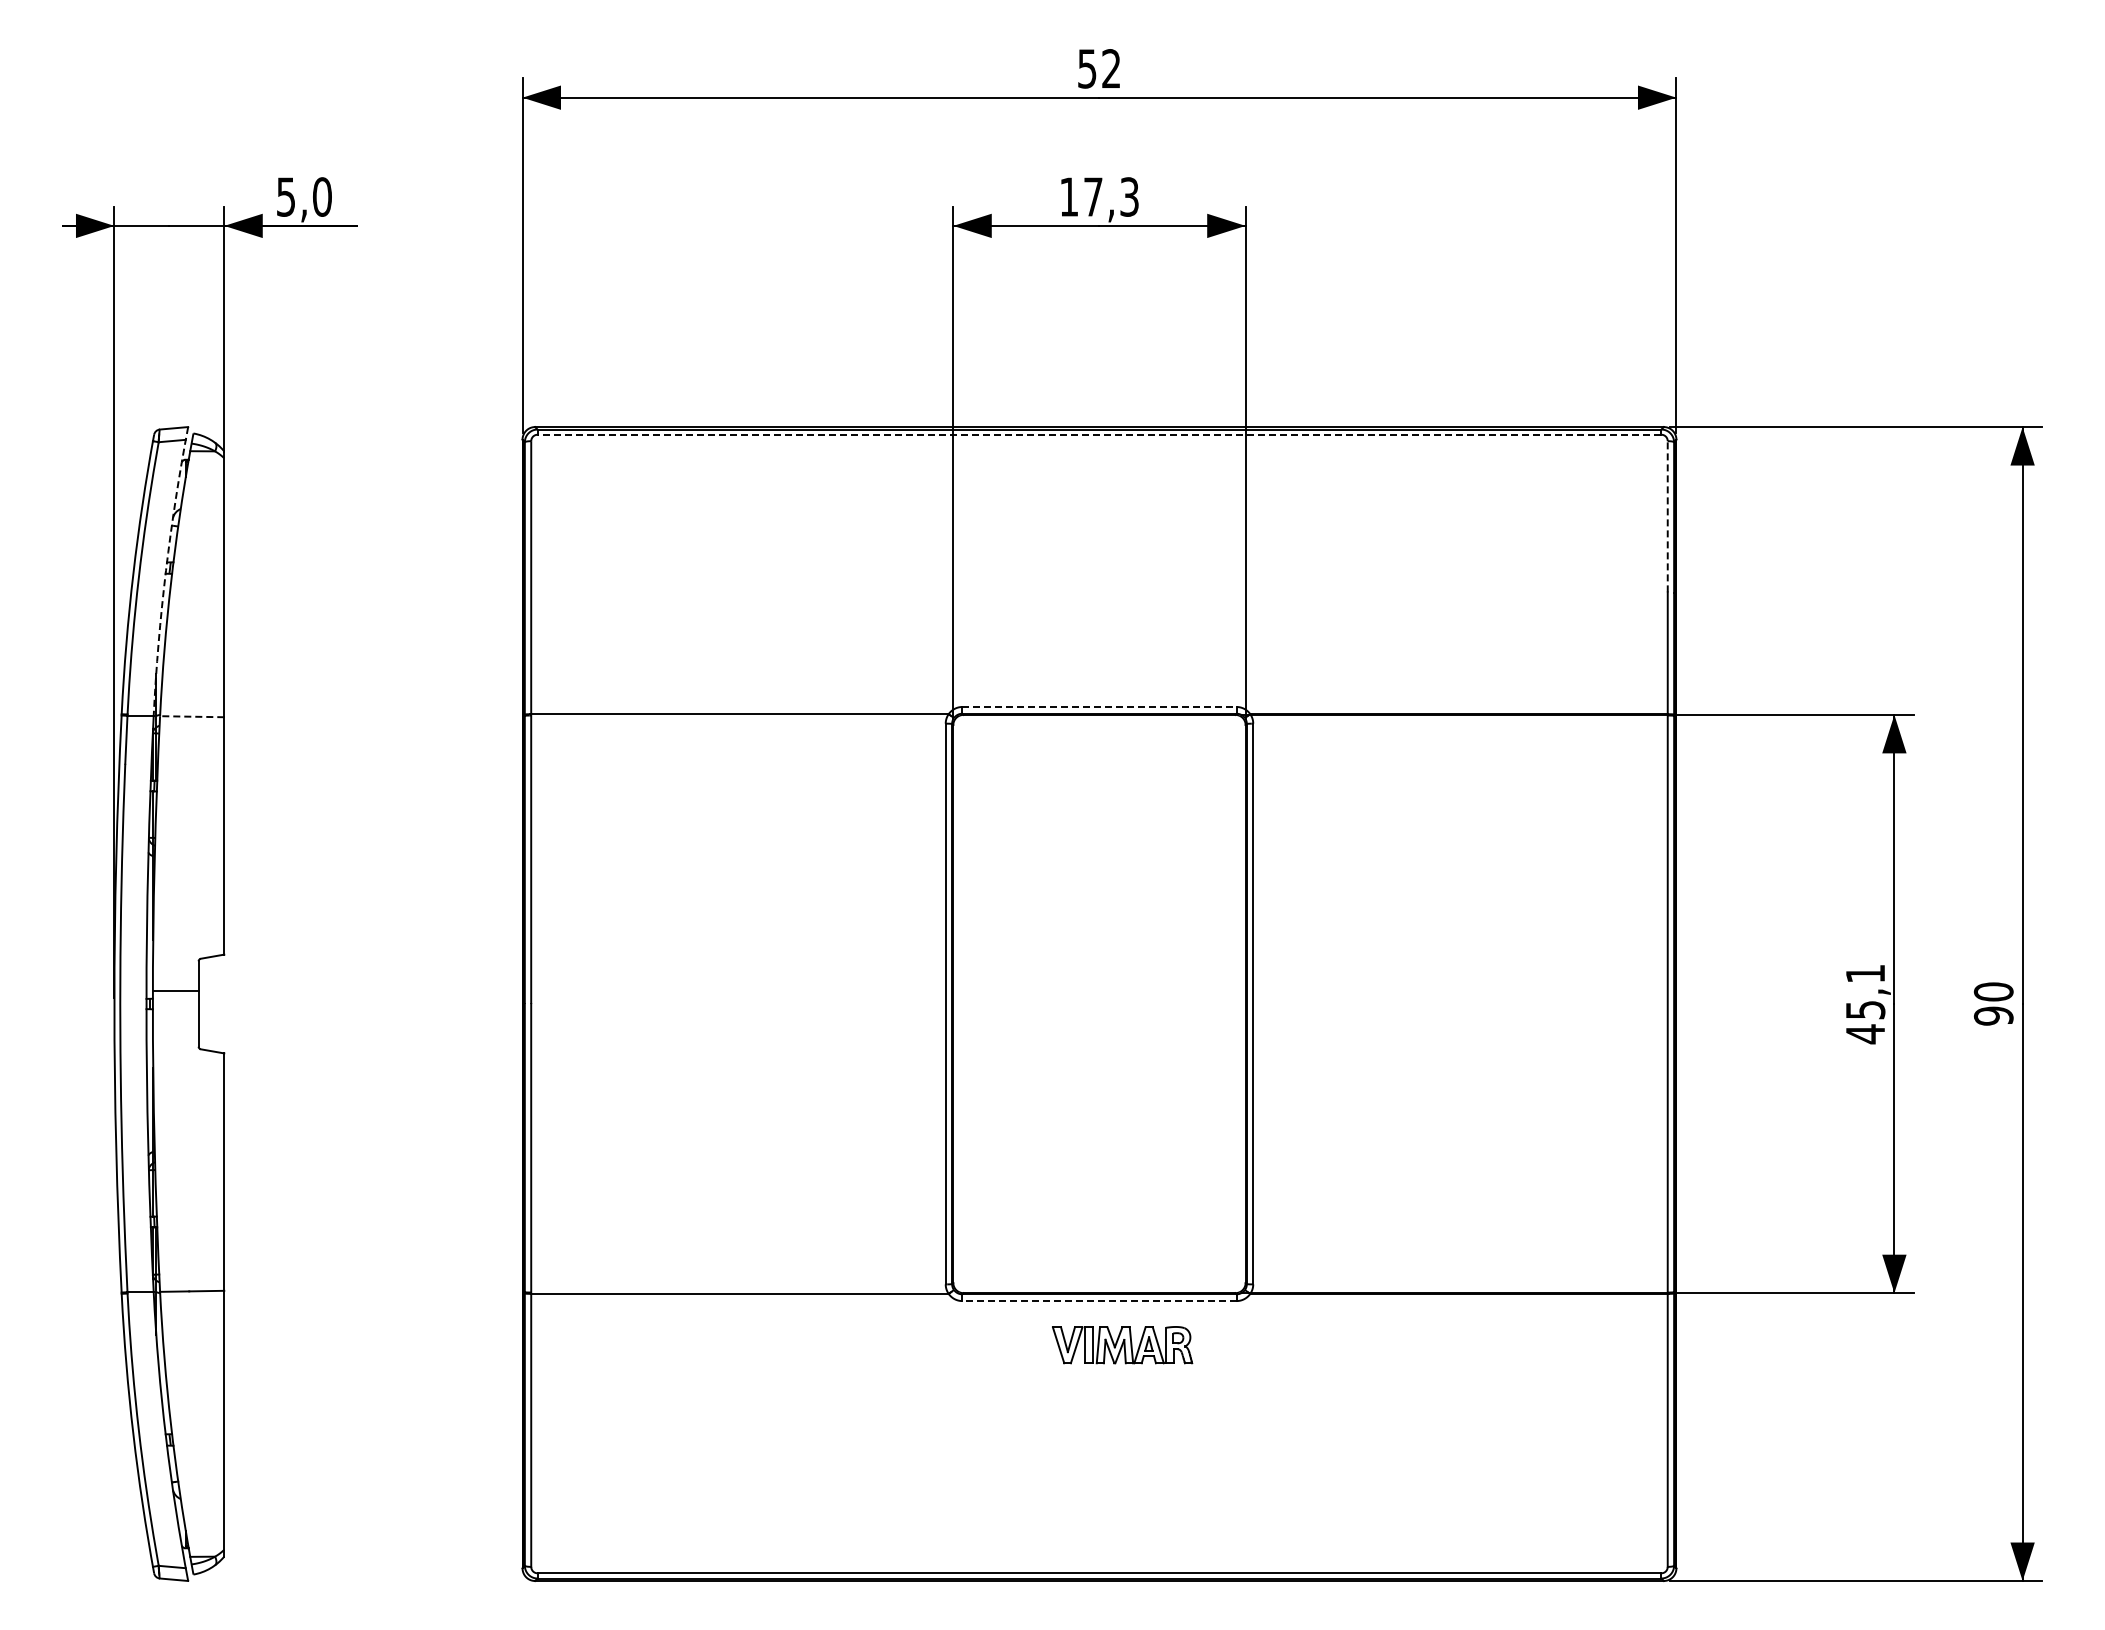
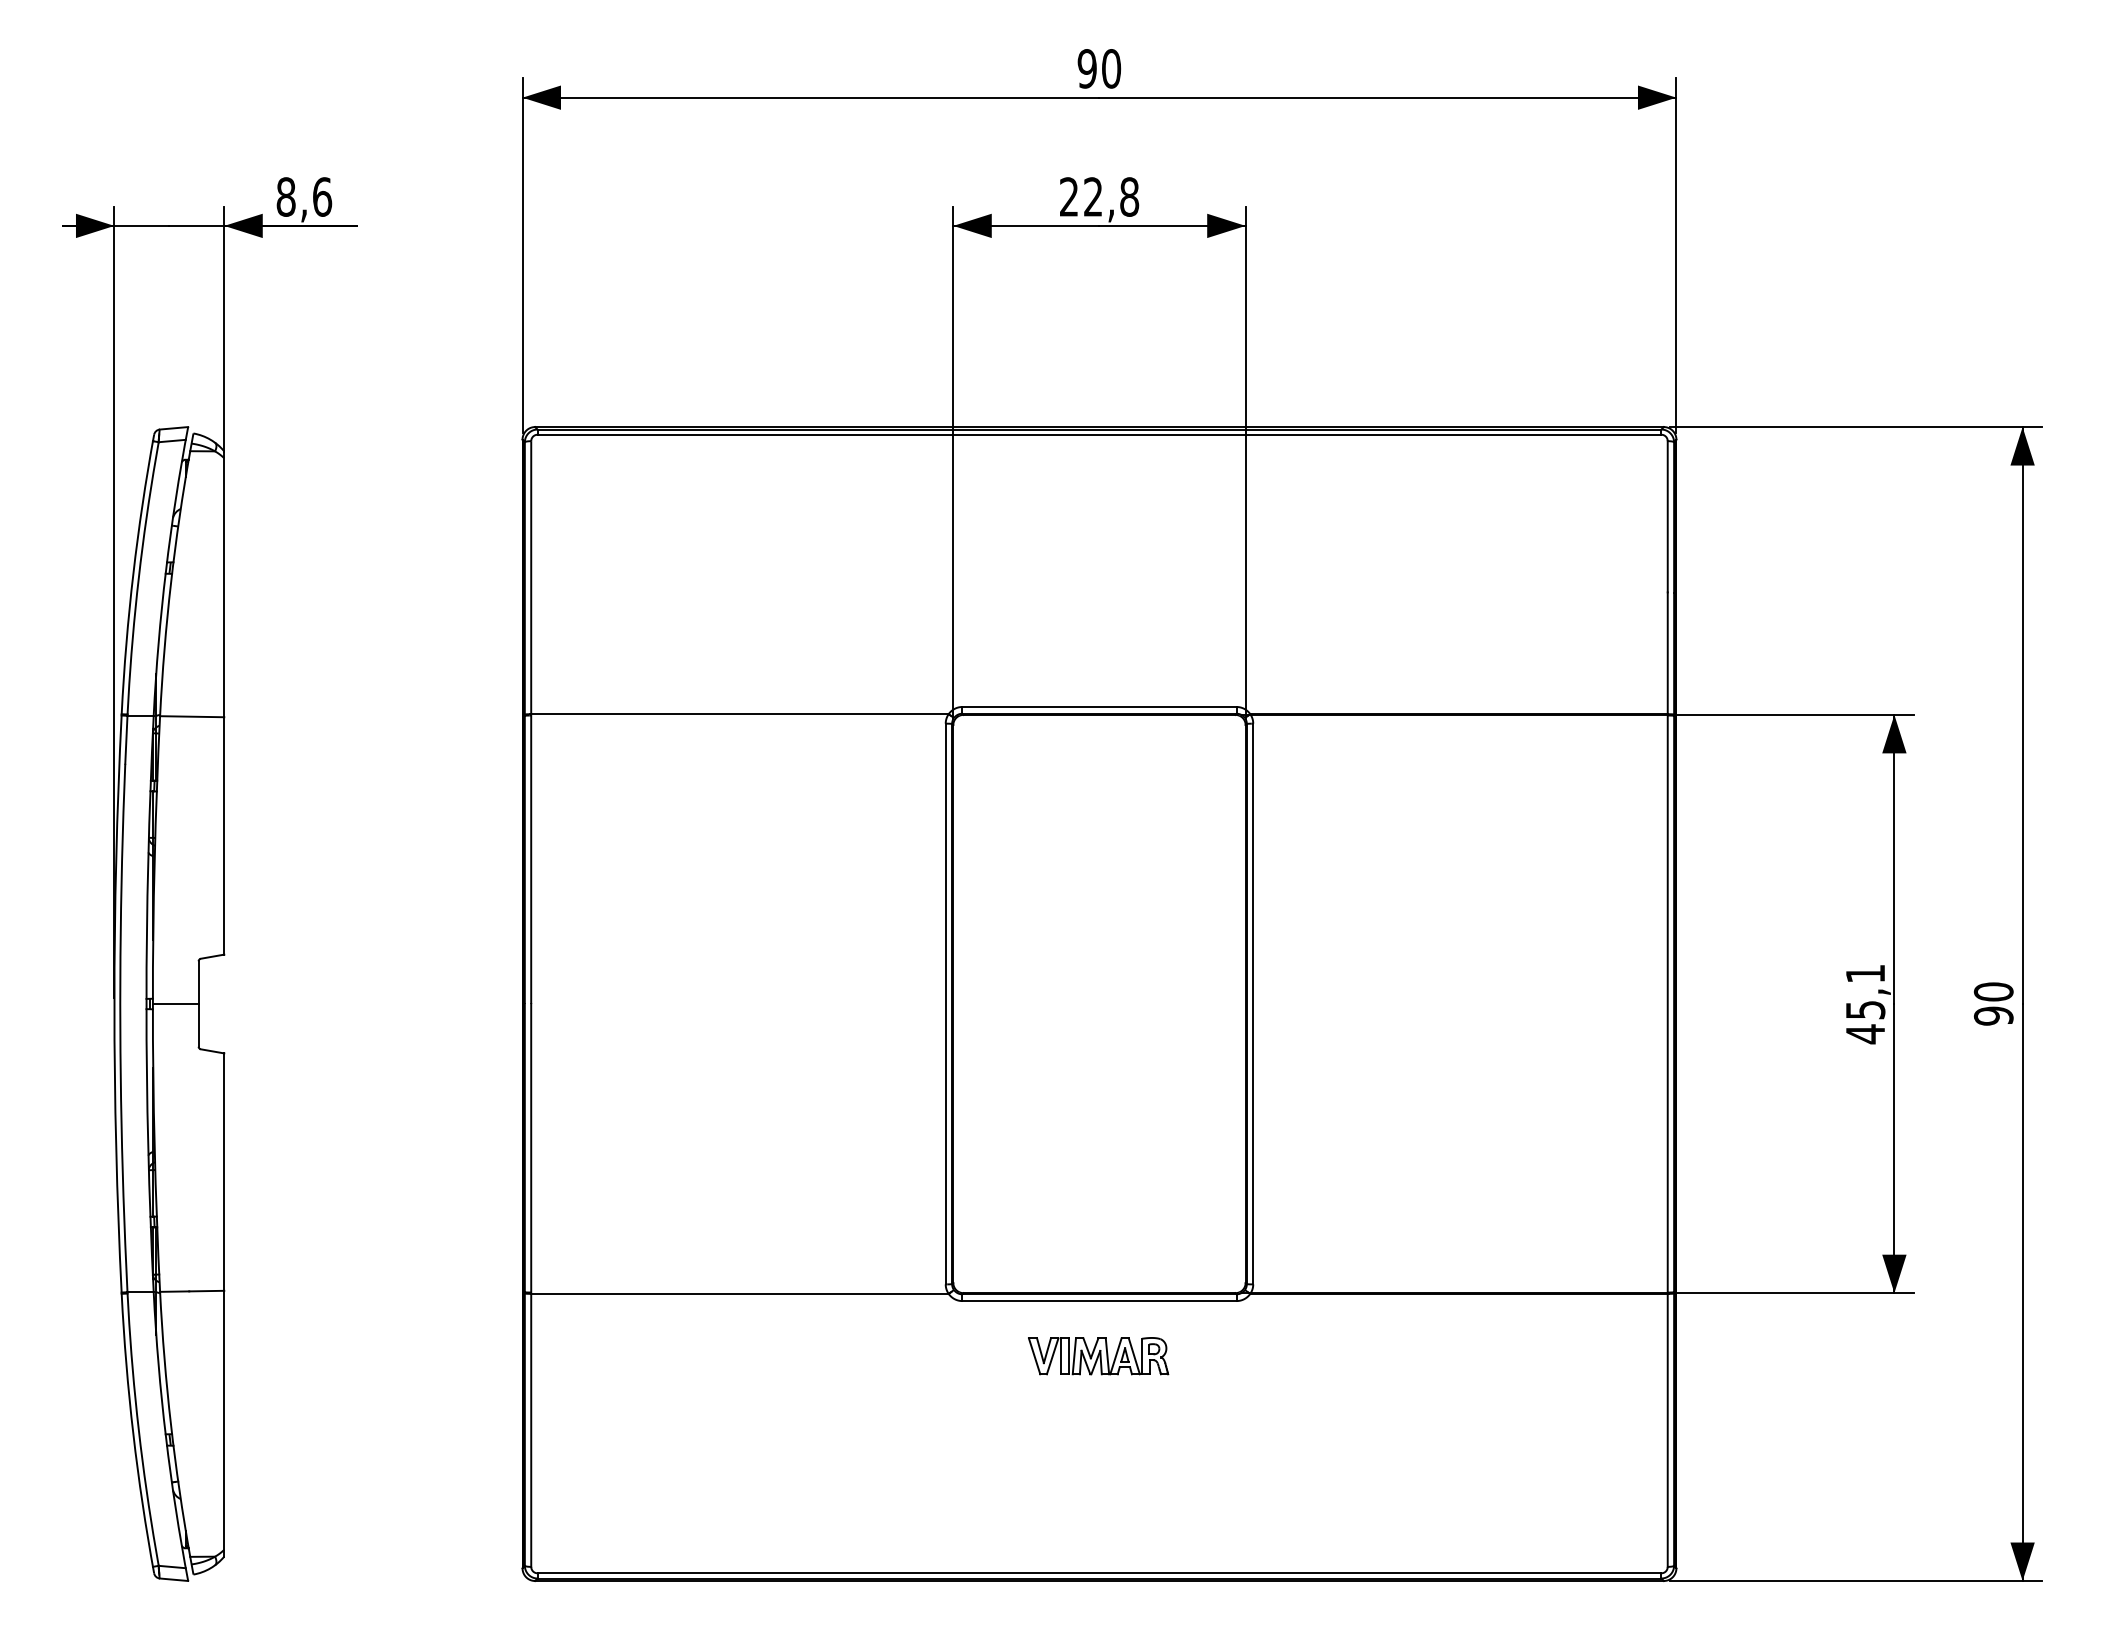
text at (1099, 68): 52 -> 90
text at (304, 196): 5,0 -> 8,6
text at (1099, 196): 17,3 -> 22,8
line at (1099, 434): dashed -> solid
line at (1667, 516): dashed -> solid
arc at (166, 570): dashed -> solid
line at (1099, 706): dashed -> solid
line at (191, 716): dashed -> solid
line at (175, 991) position: (175, 991) -> (175, 1004)
line at (1098, 1301): dashed -> solid
part at (1122, 1345) position: (1122, 1345) -> (1098, 1356)
